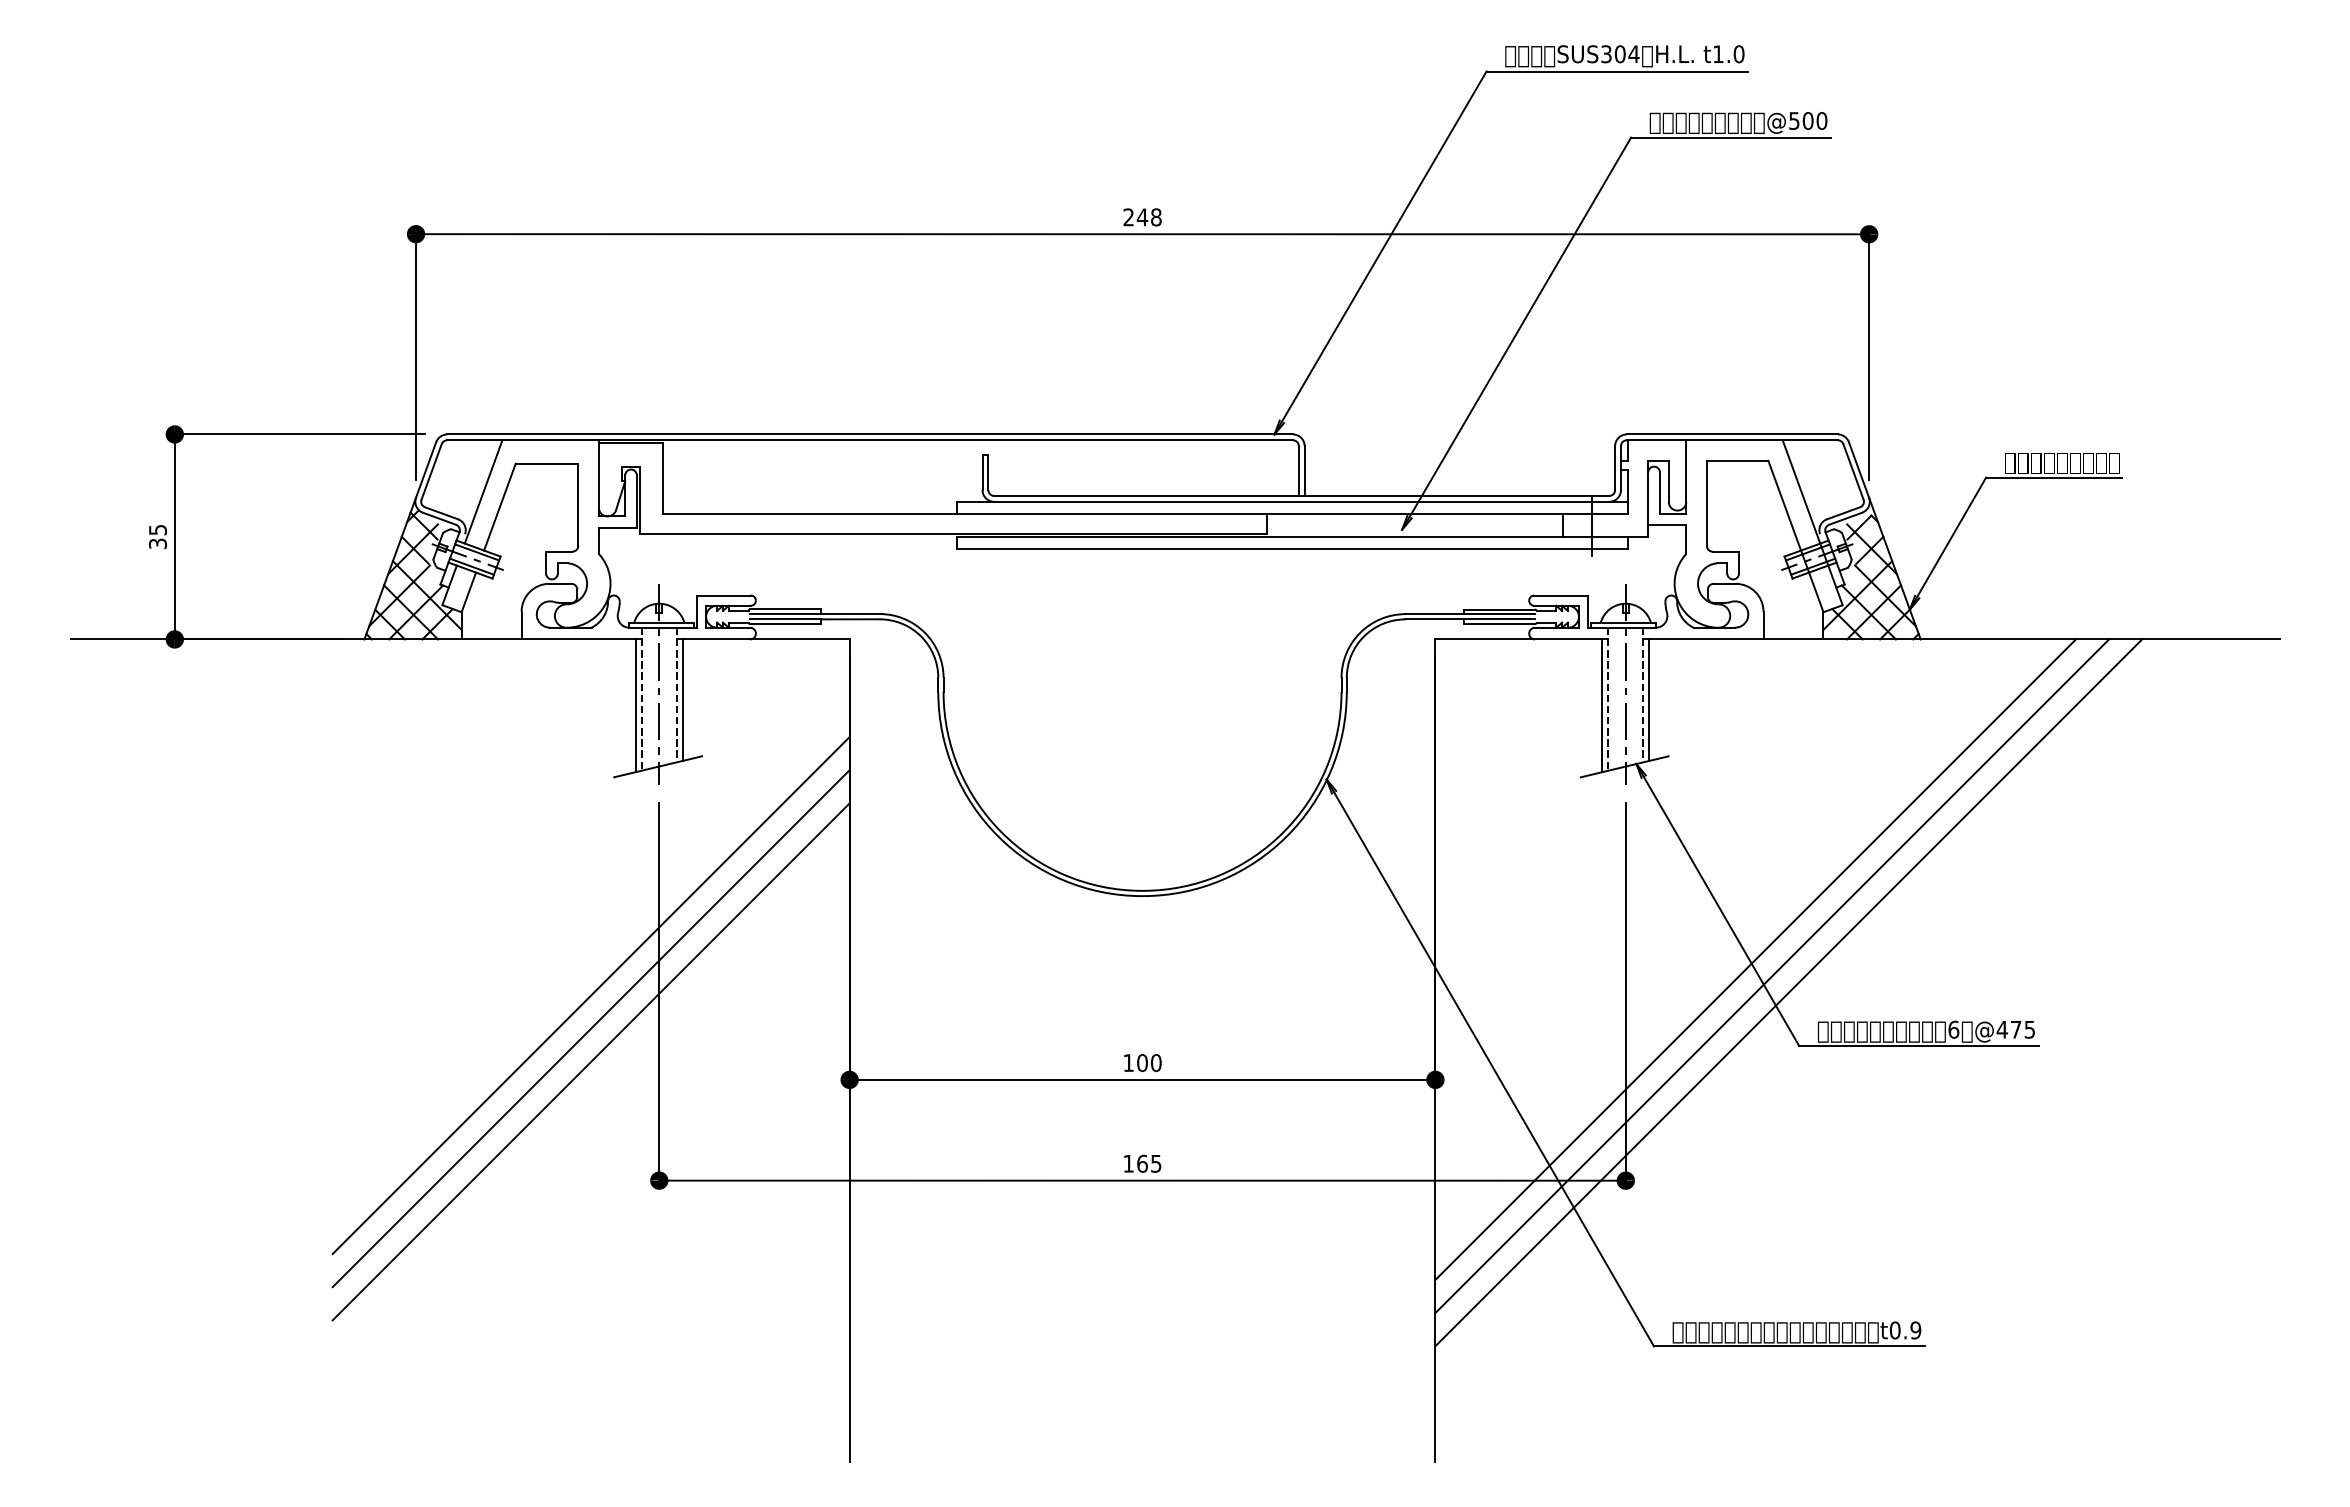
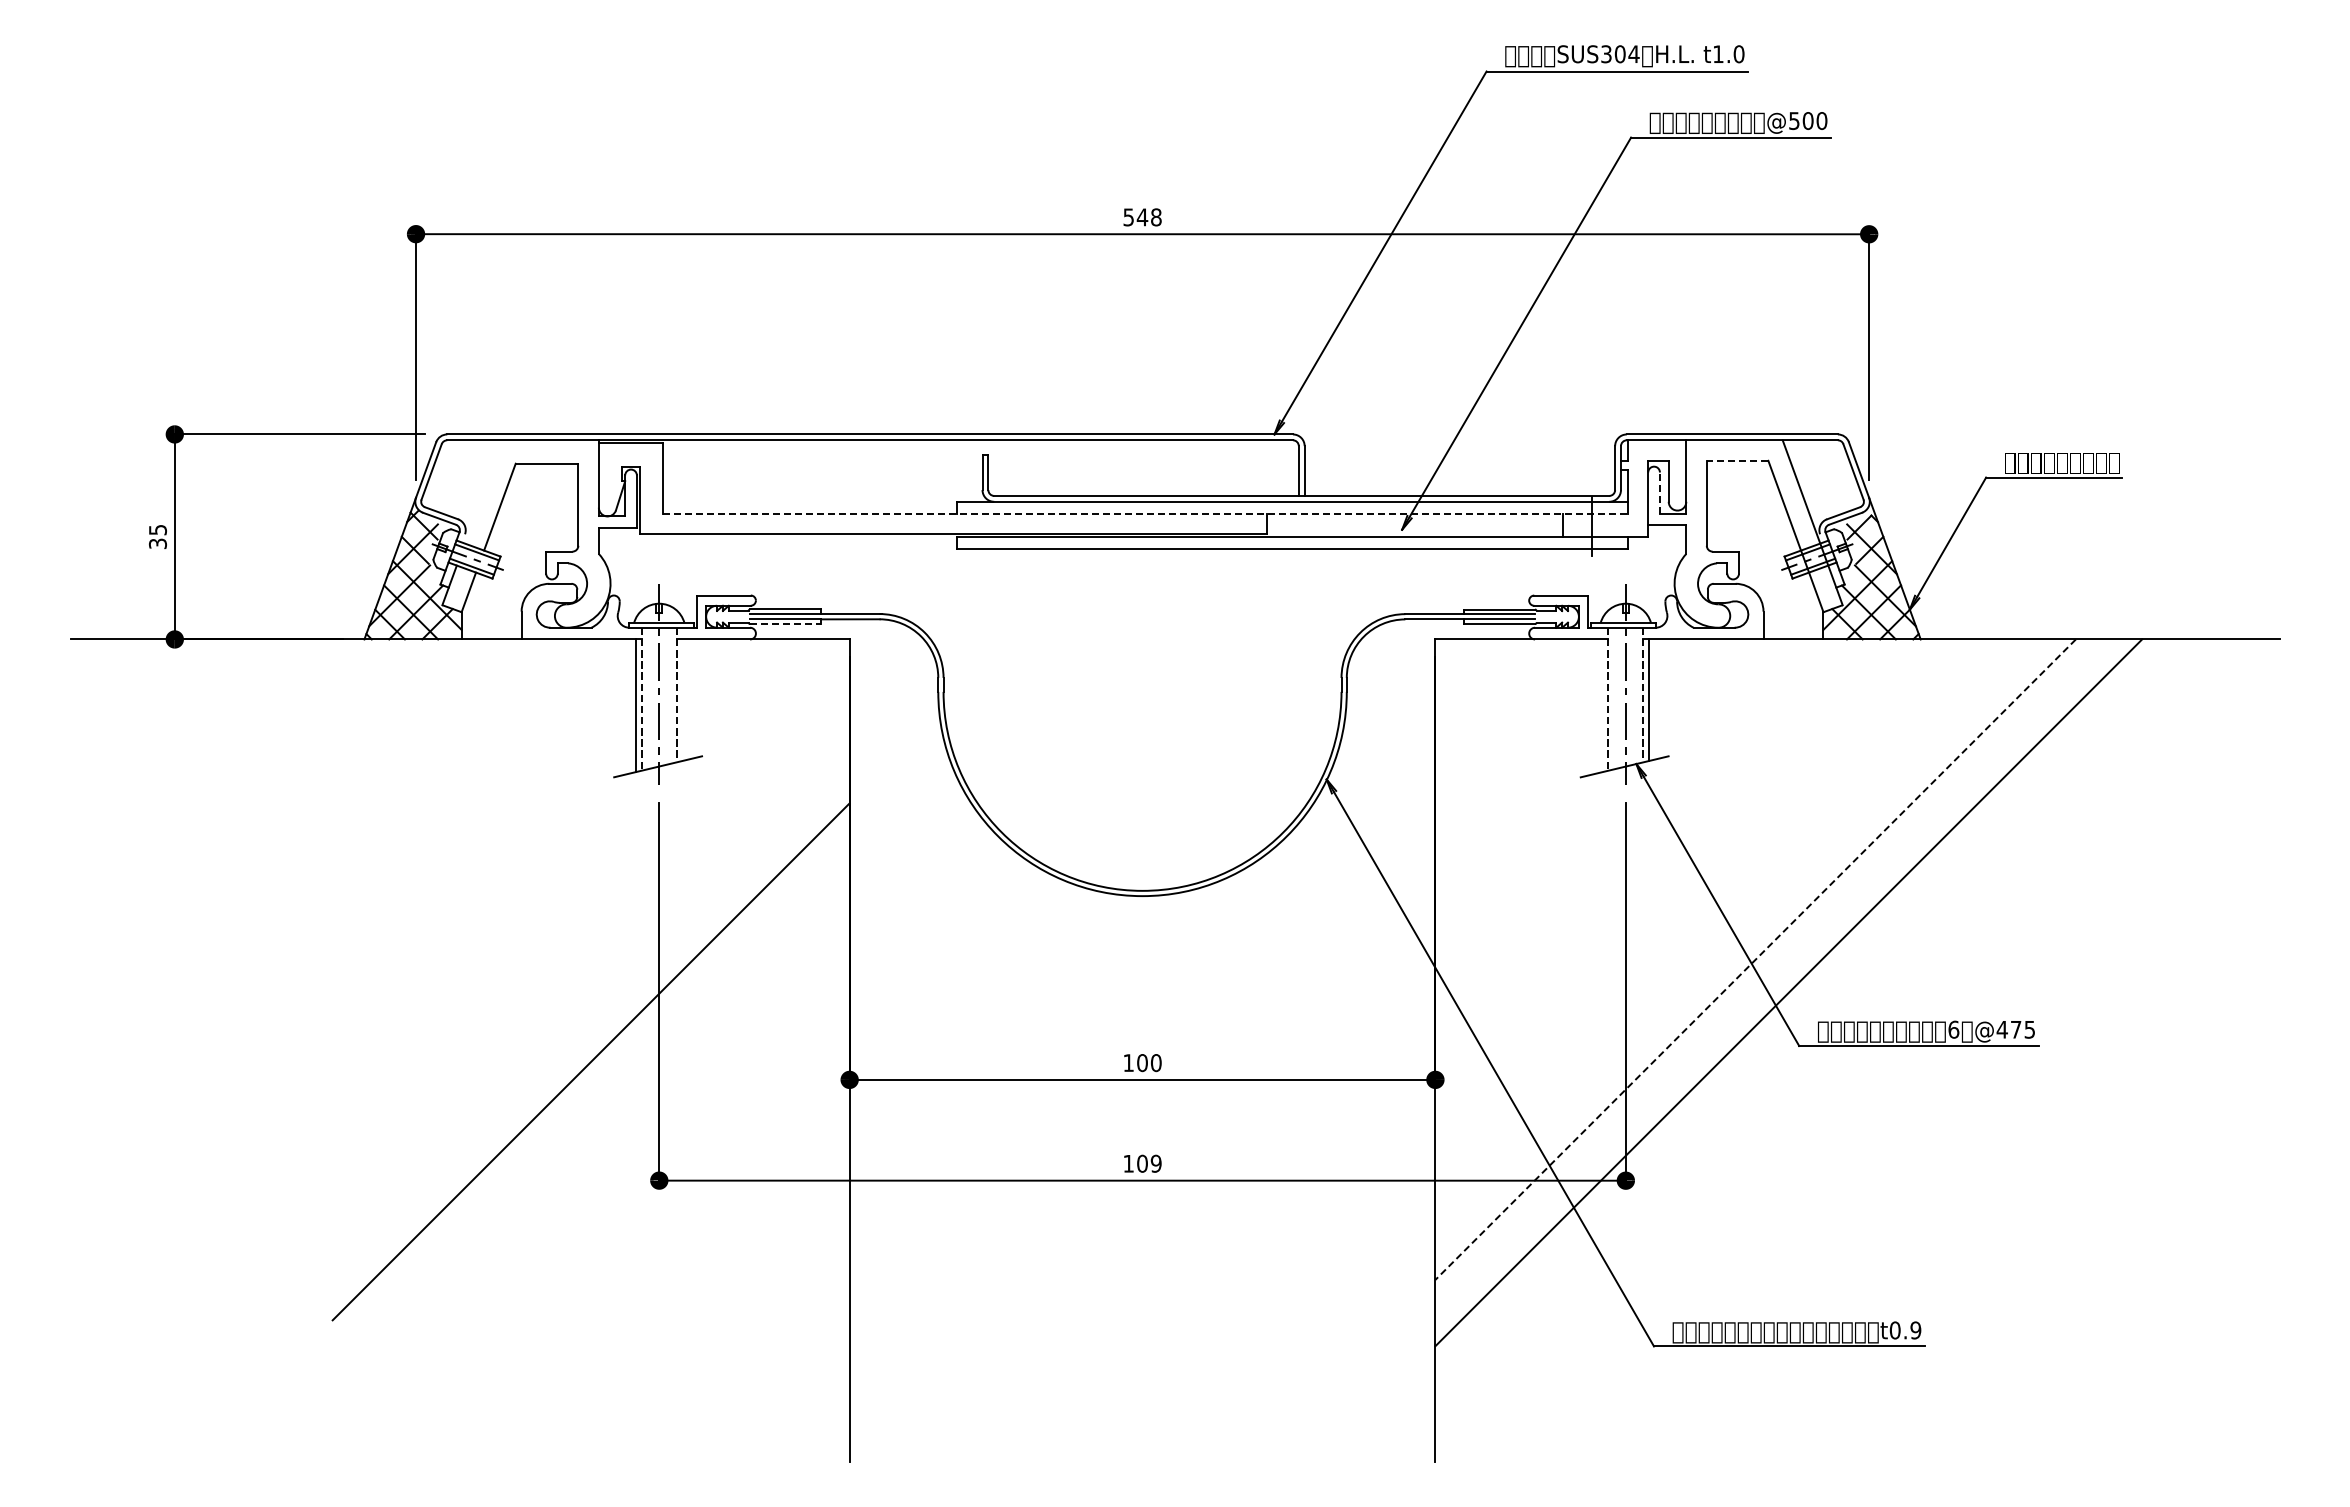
text at (1128, 217): 248 -> 548
line at (1737, 460): solid -> dashed
line at (483, 491): present -> none
line at (1659, 493): solid -> dashed
line at (1146, 513): solid -> dashed
line at (785, 624): solid -> dashed
line at (682, 700): present -> none
line at (1602, 705): present -> none
line at (1755, 959): solid -> dashed
line at (1772, 976): present -> none
line at (590, 995): present -> none
line at (590, 1028): present -> none
text at (1149, 1163): 165 -> 109
